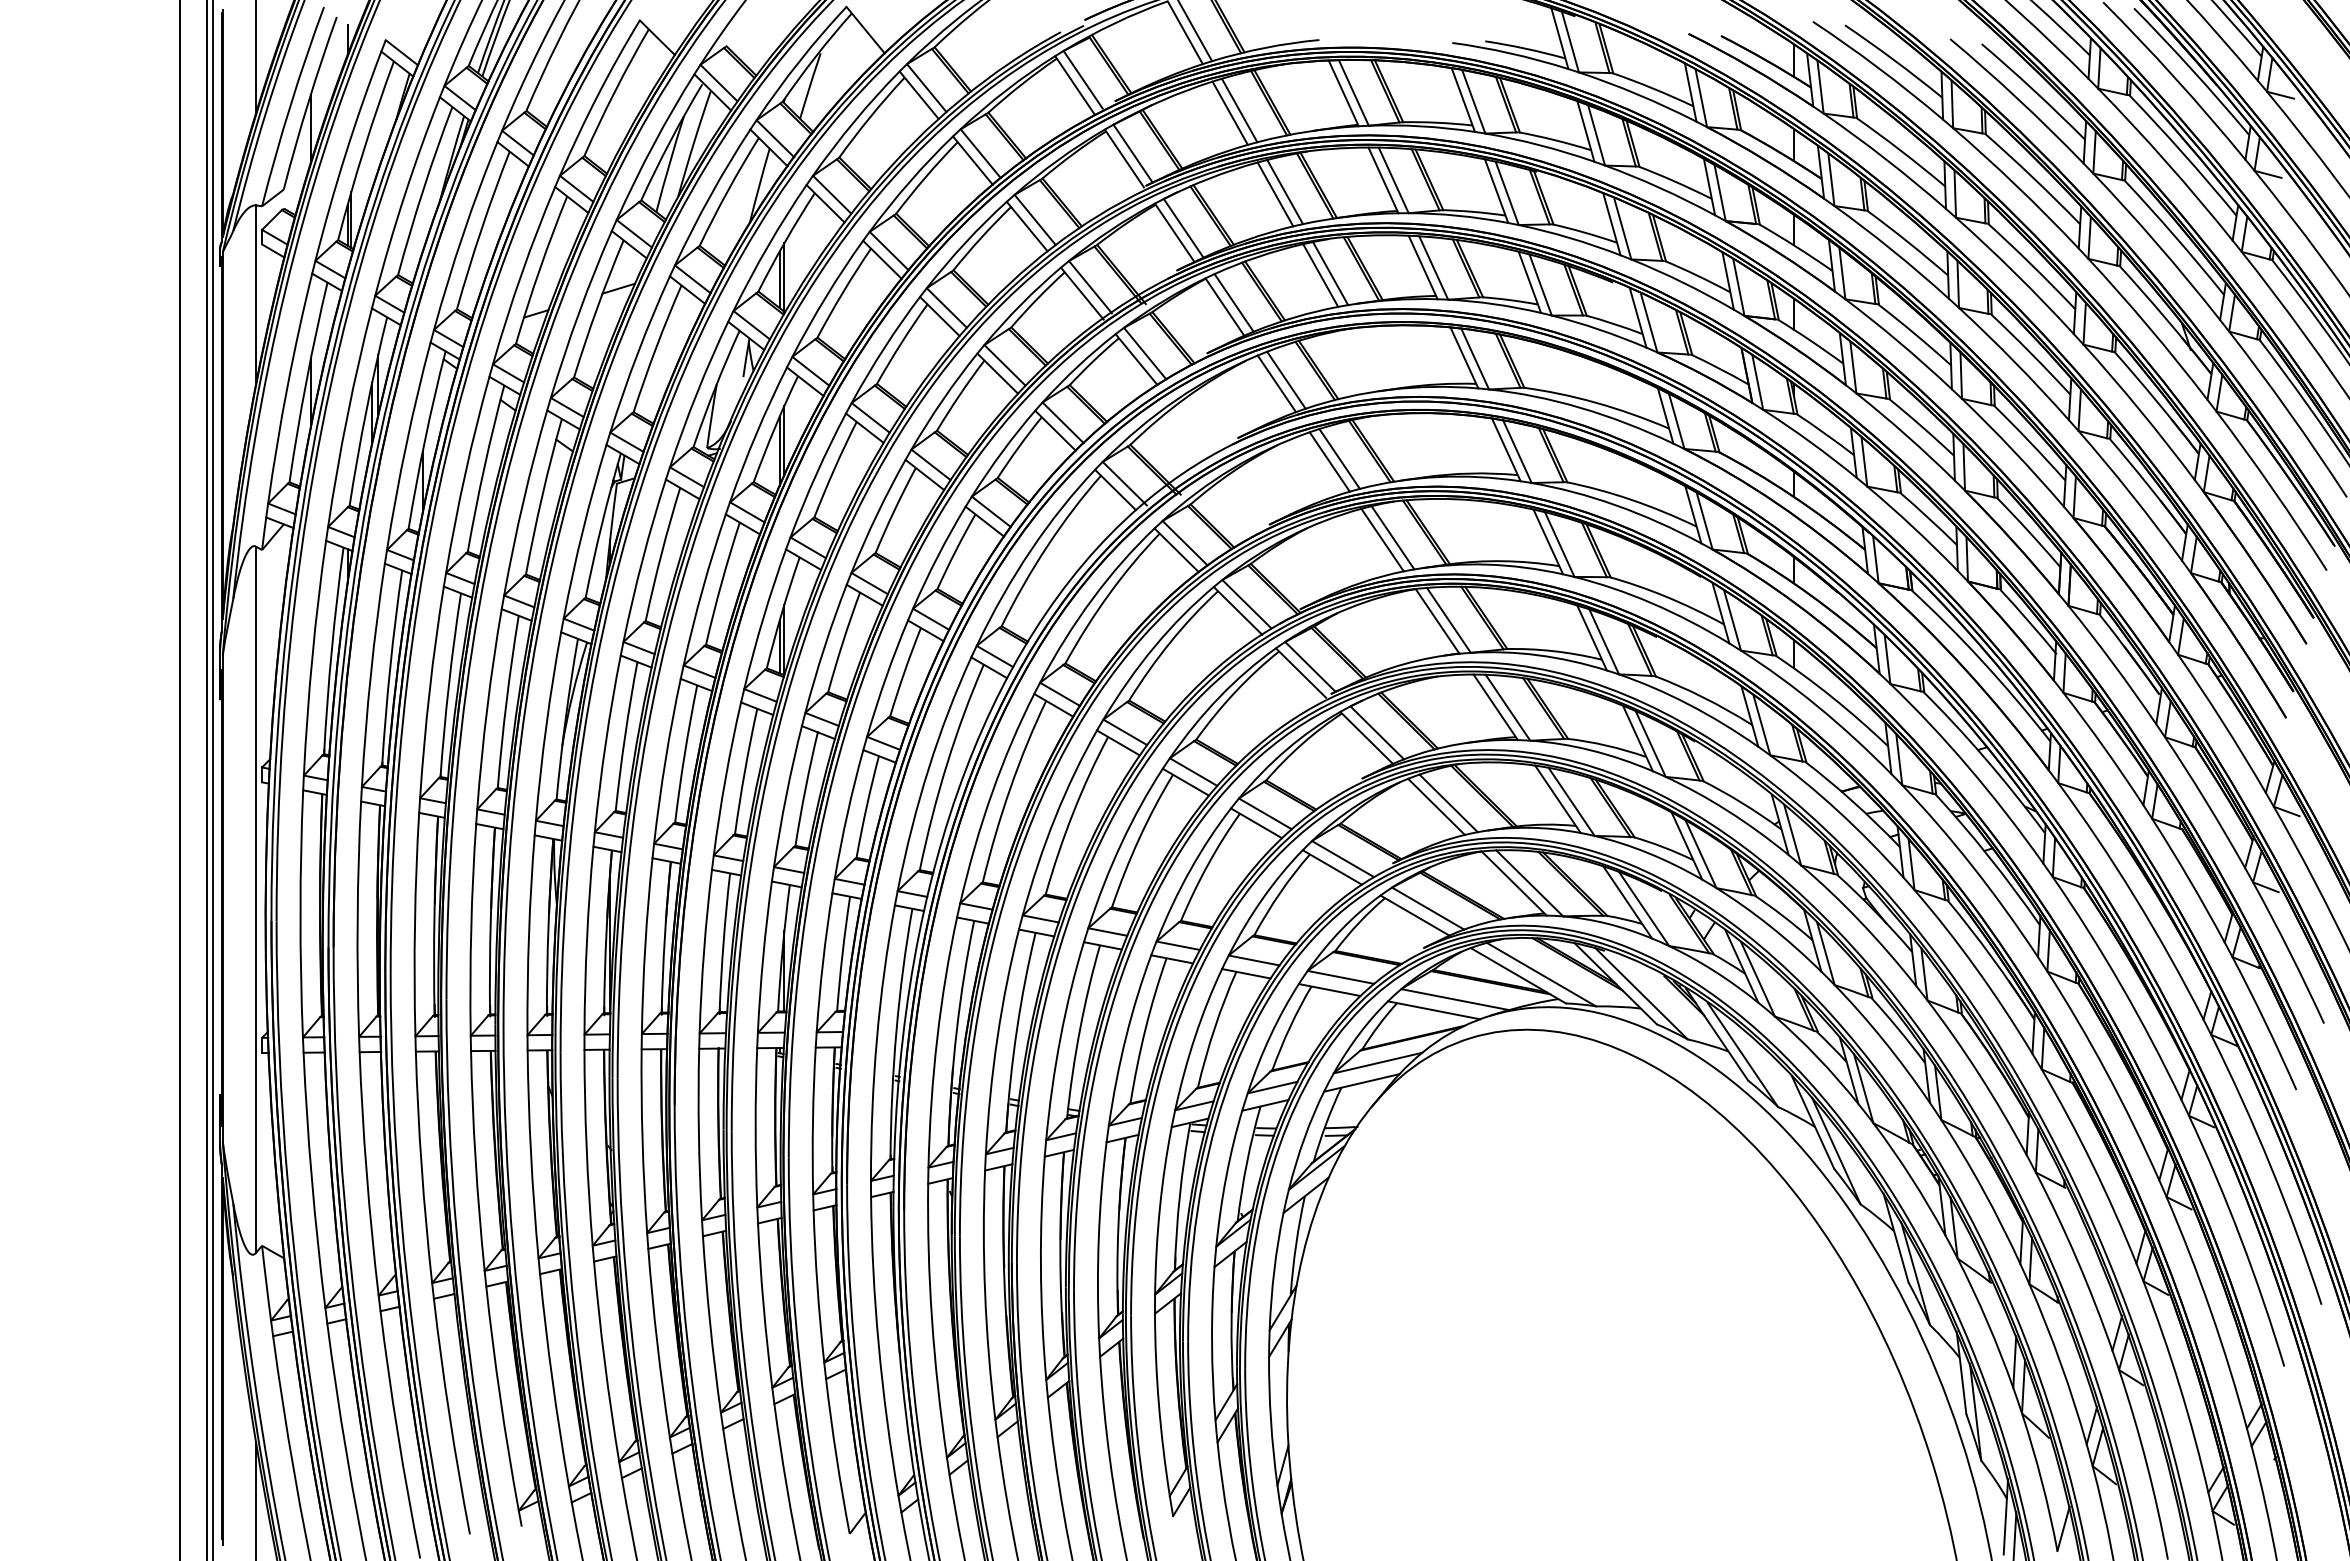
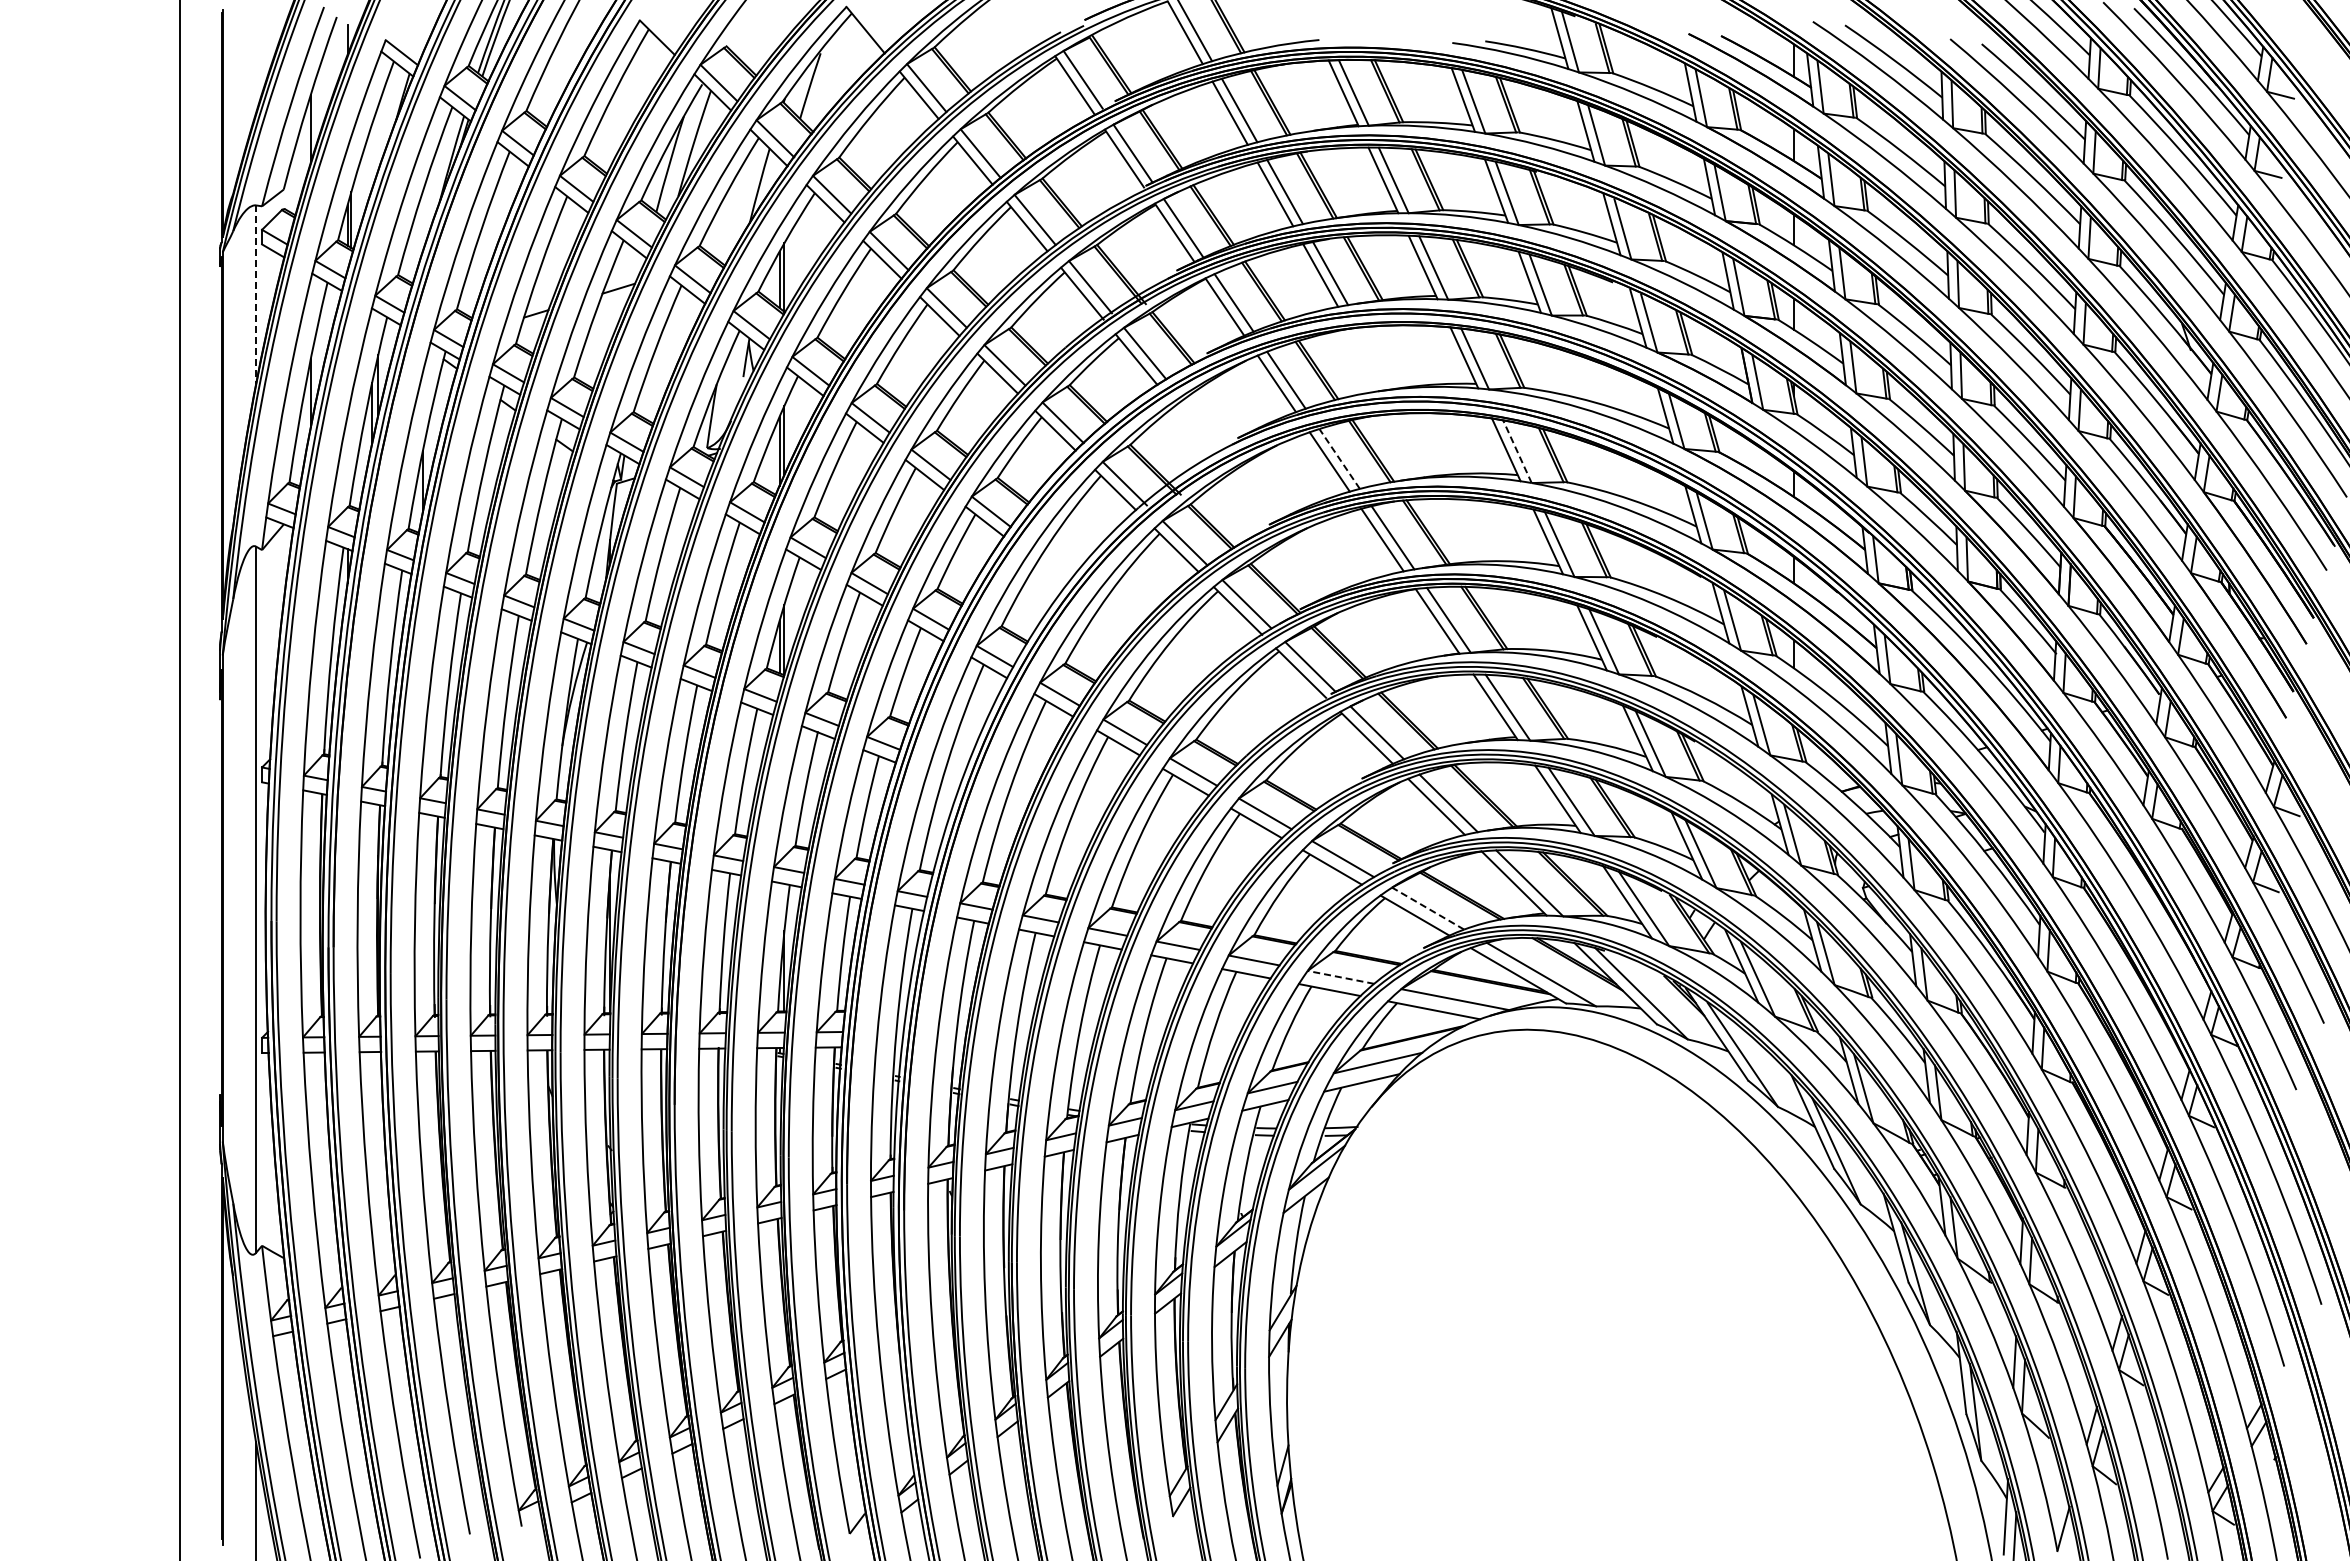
line at (255, 57): present -> none
line at (255, 295): solid -> dashed
line at (1517, 451): solid -> dashed
line at (1339, 458): solid -> dashed
line at (206, 779): present -> none
line at (212, 779): present -> none
line at (1428, 908): solid -> dashed
line at (1340, 977): solid -> dashed
